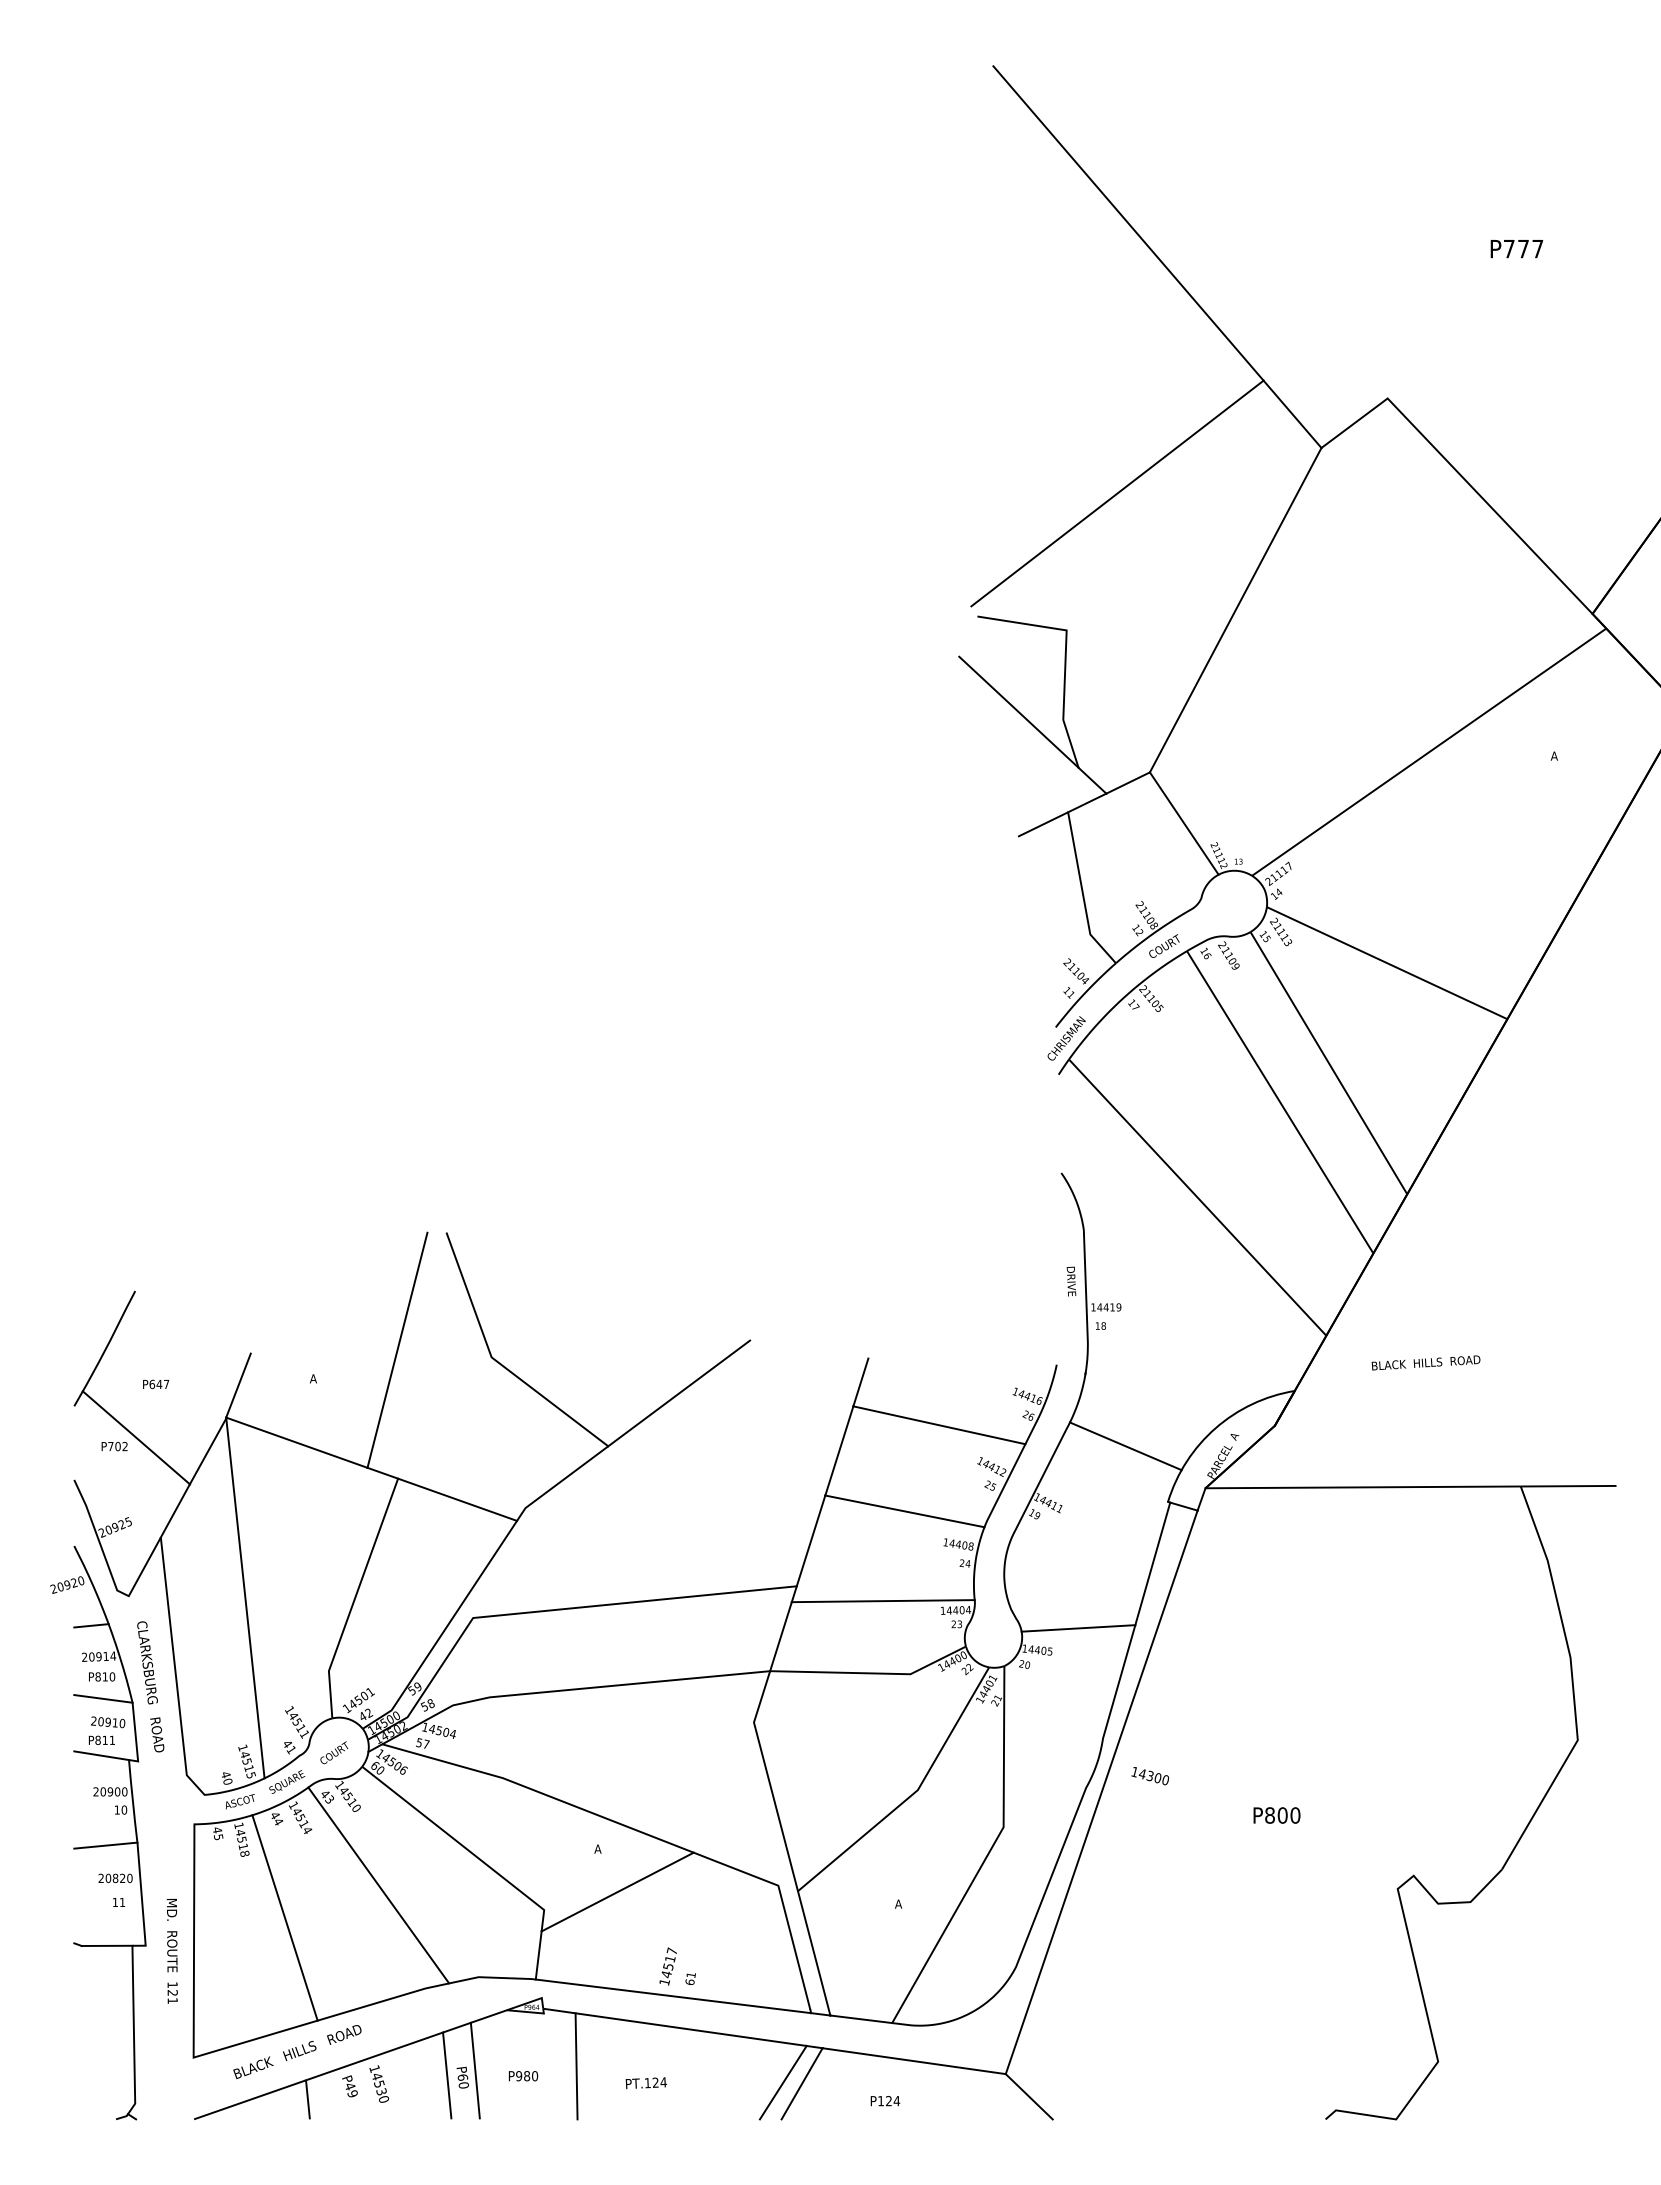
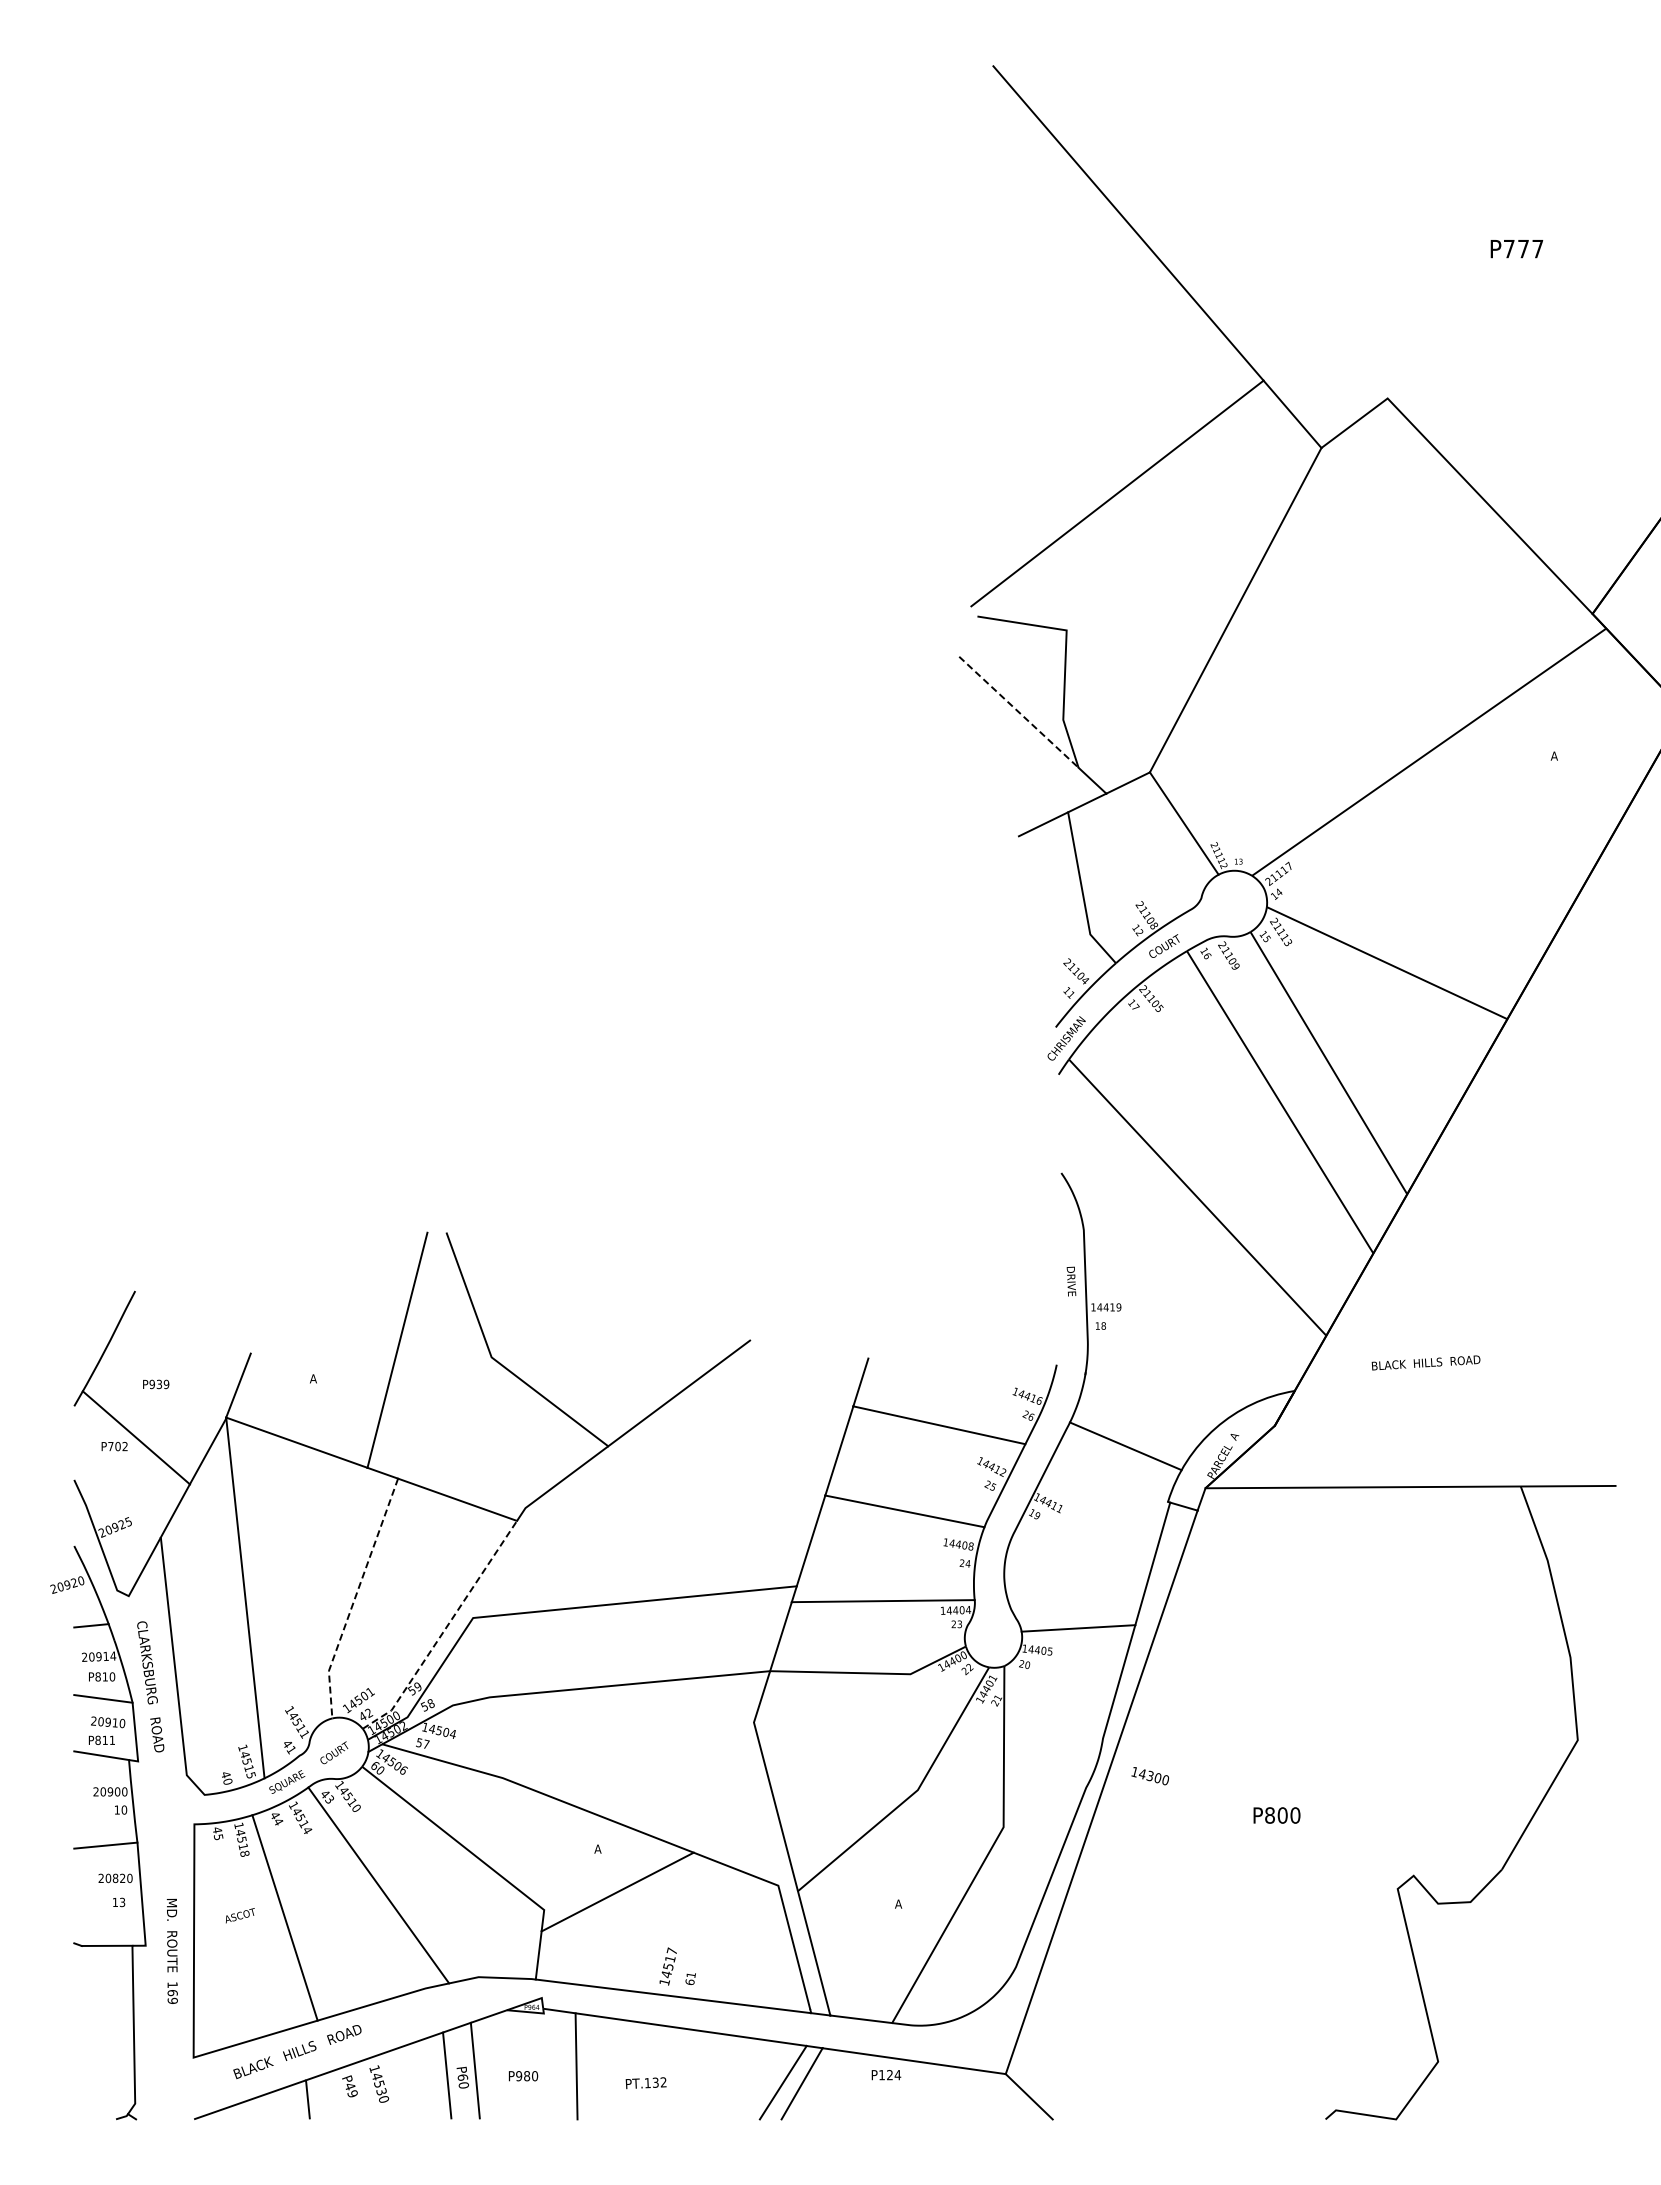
line at (1019, 712): solid -> dashed
text at (159, 1384): P647 -> P939
line at (355, 1597): solid -> dashed
line at (444, 1630): solid -> dashed
text at (240, 1801) position: (240, 1801) -> (240, 1915)
text at (122, 1902): 11 -> 13
text at (172, 1996): 121 -> 169
text at (659, 2082): PT.124 -> PT.132
text at (885, 2101) position: (885, 2101) -> (886, 2075)
